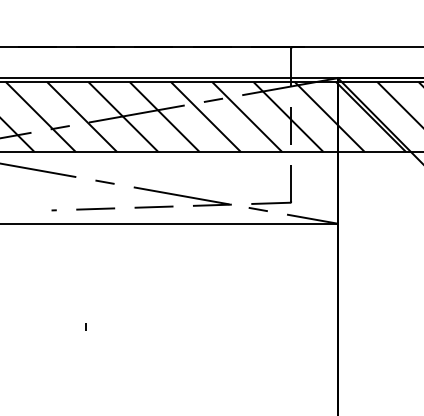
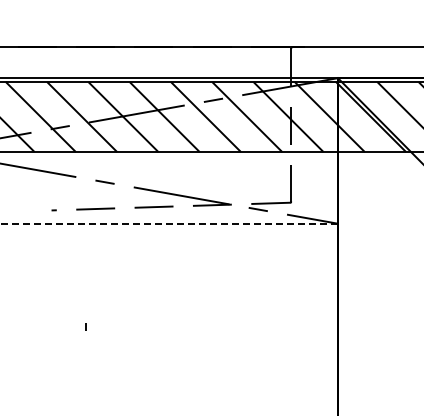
line at (169, 223): solid -> dashed
